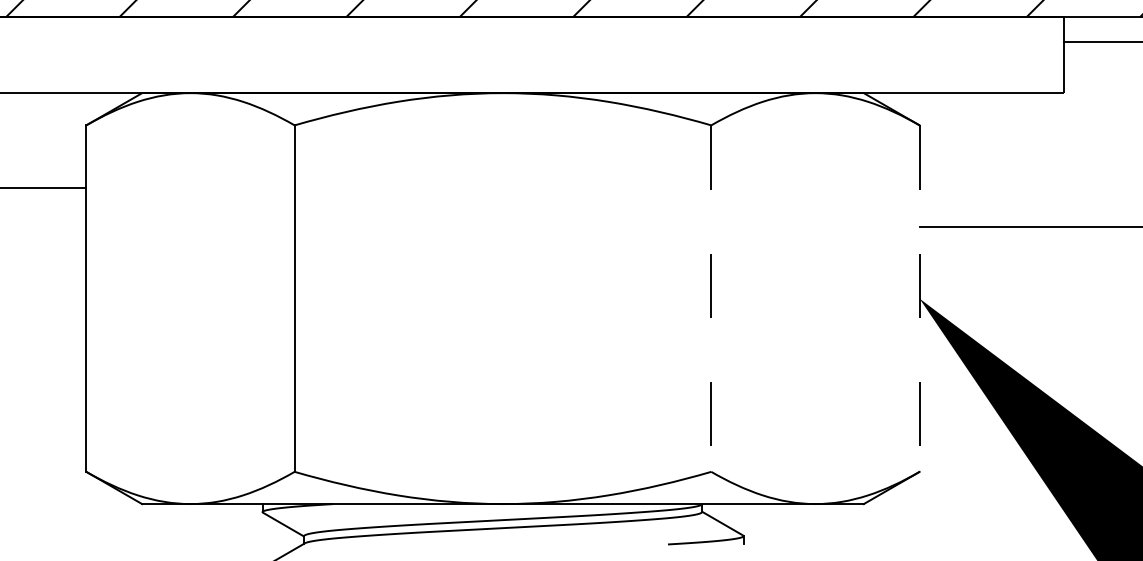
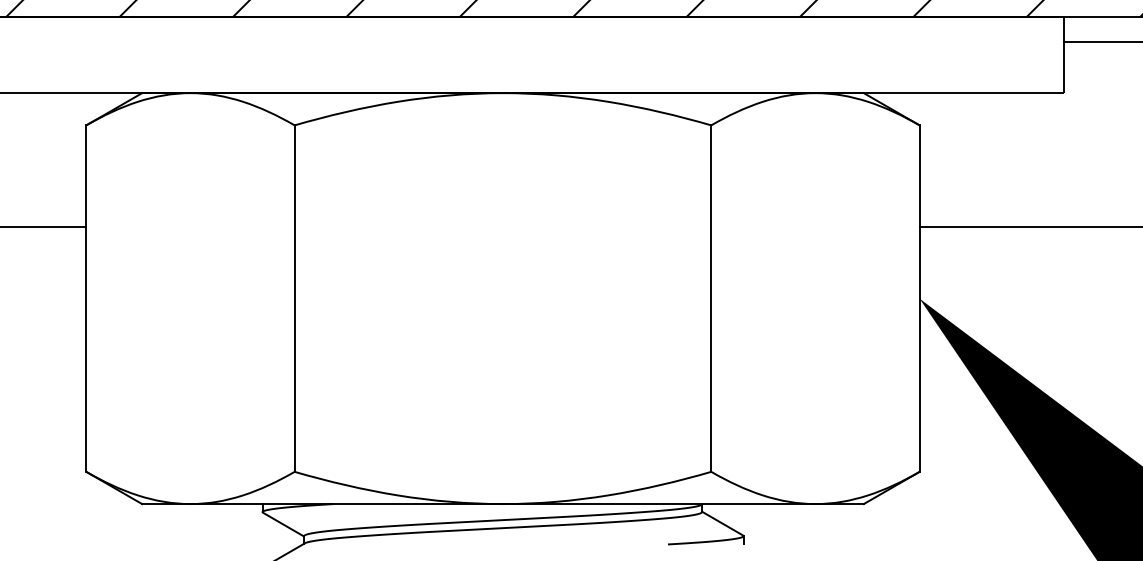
line at (44, 188) position: (44, 188) -> (44, 227)
line at (711, 299): dashed -> solid
line at (919, 299): dashed -> solid
